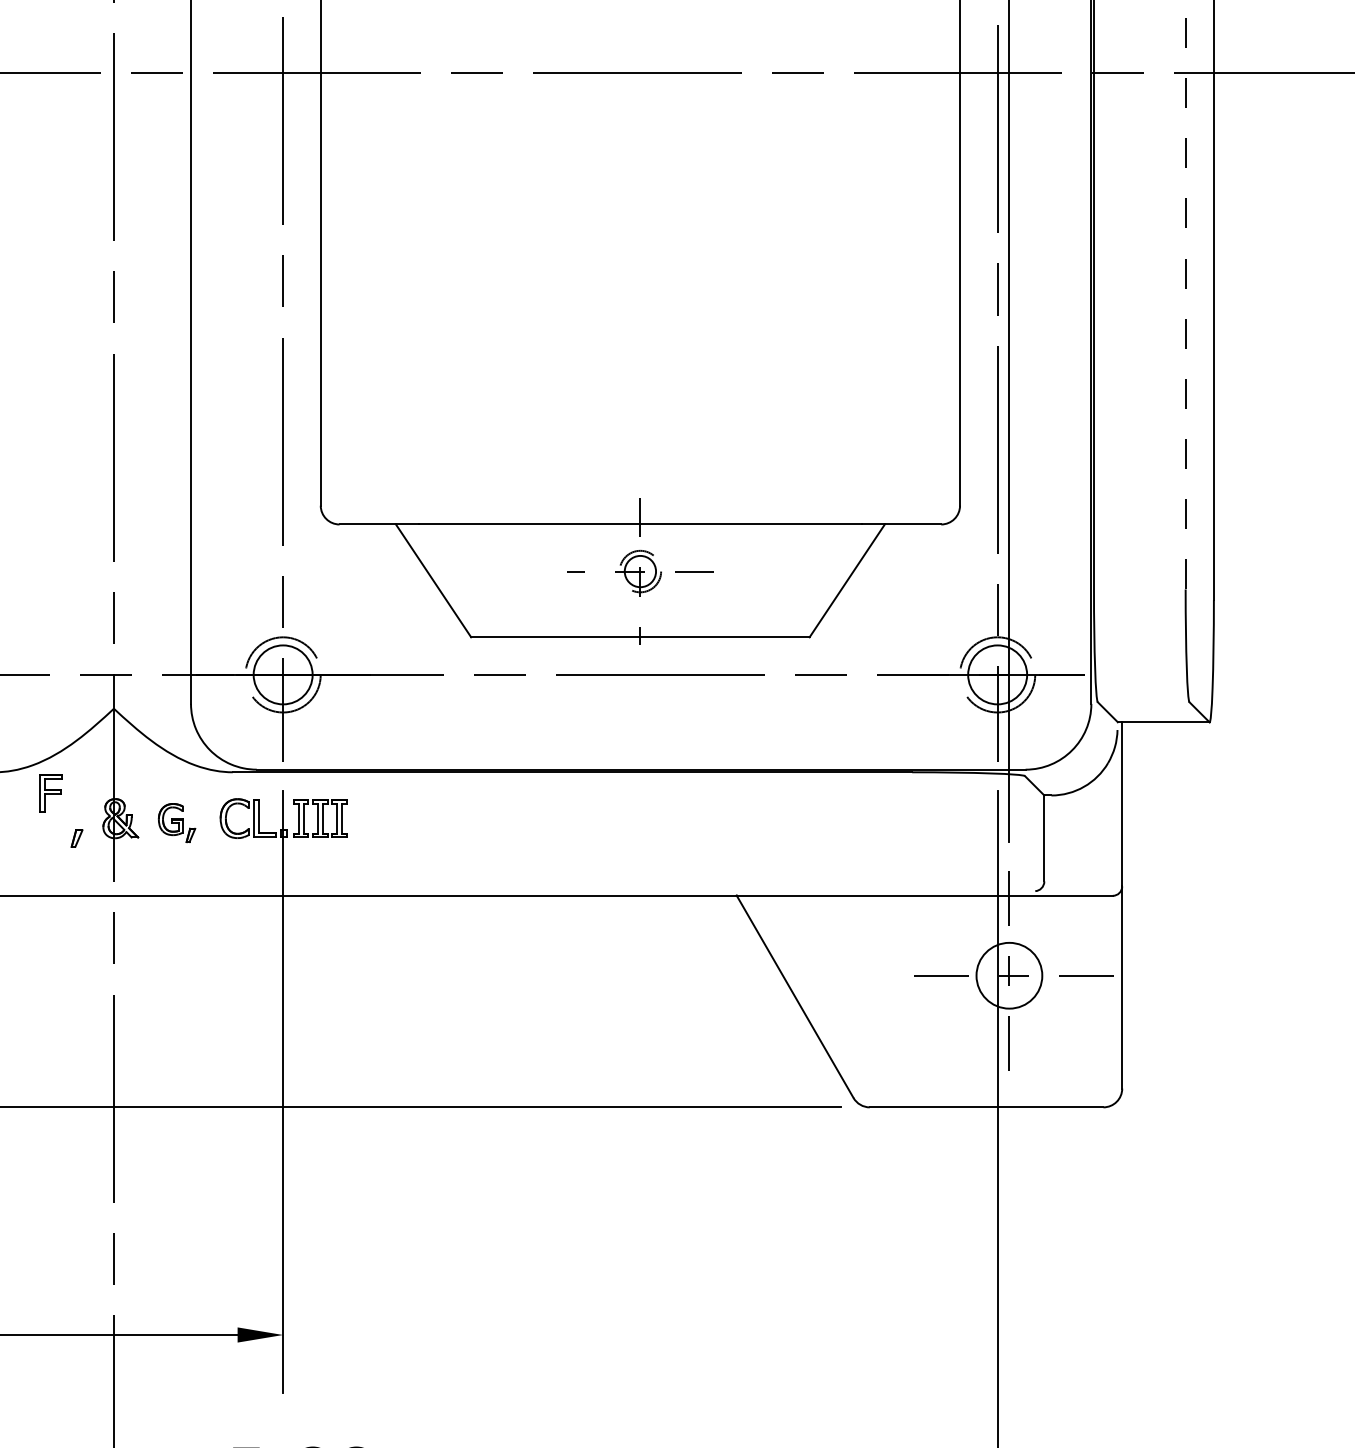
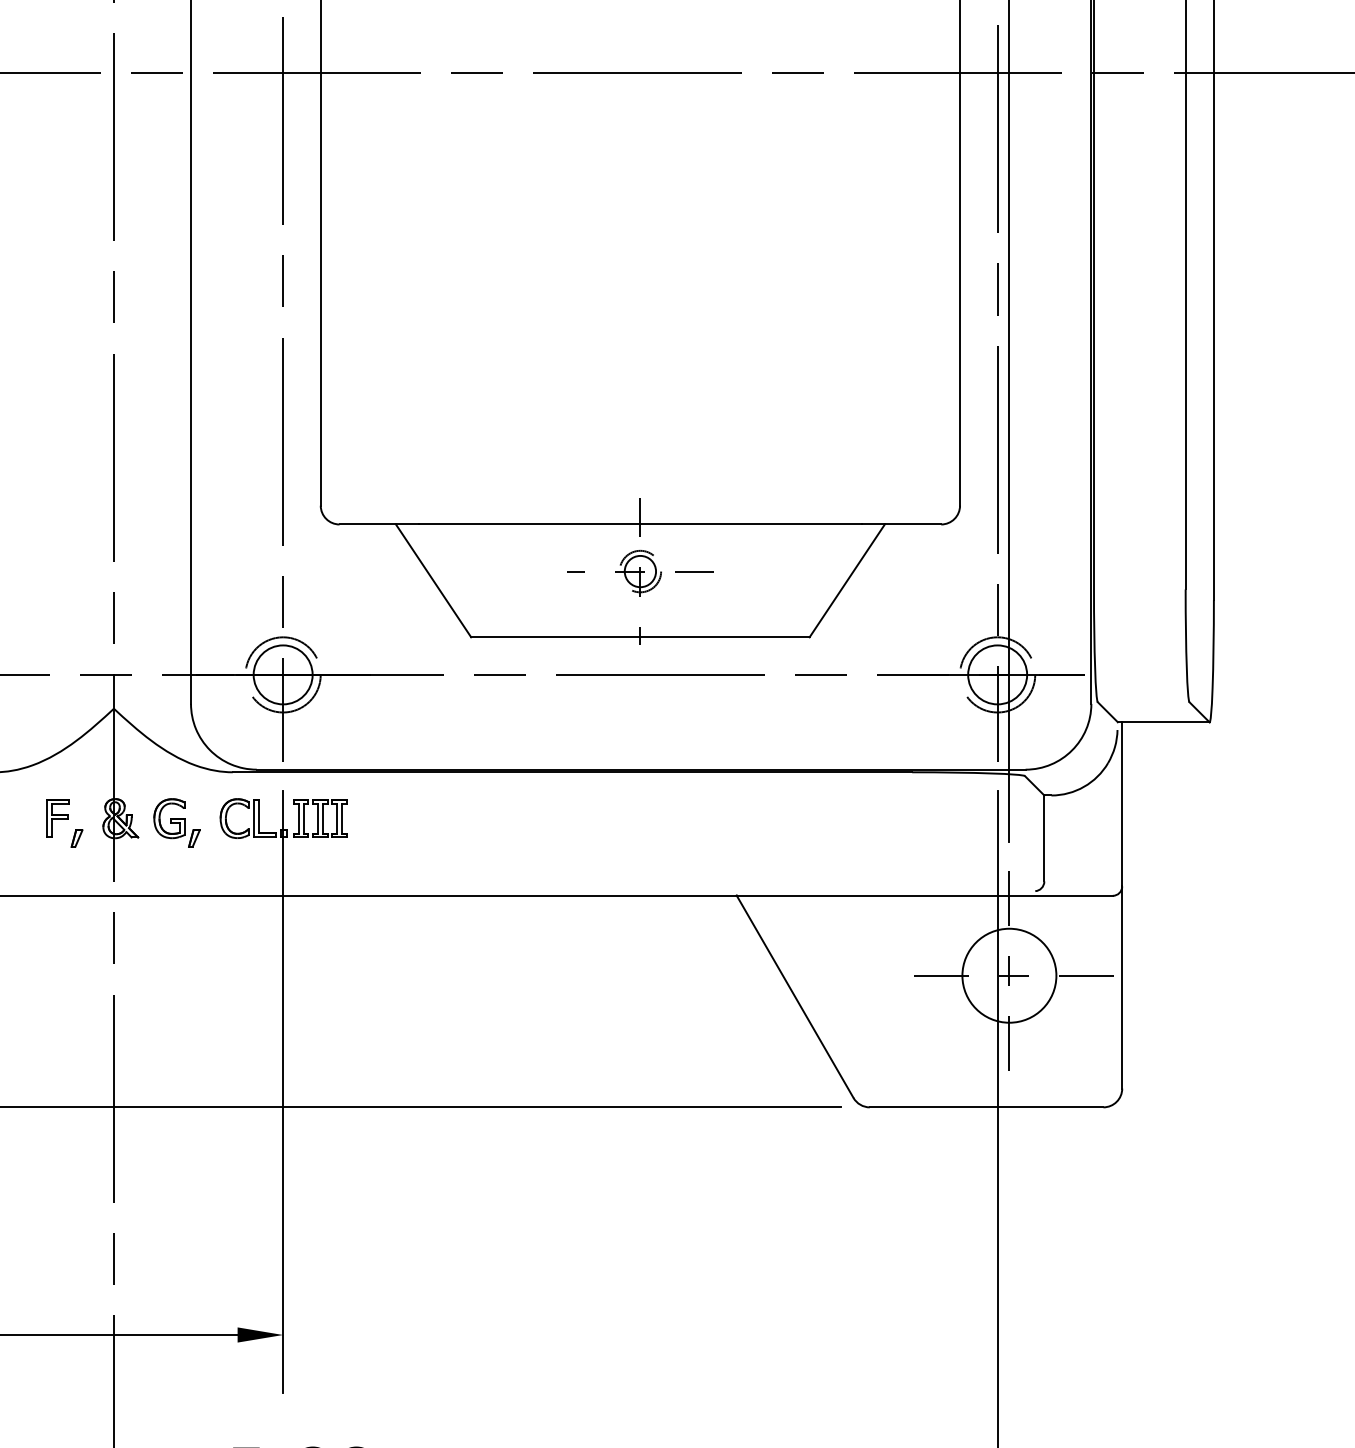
line at (1185, 294): dashed -> solid
part at (50, 793) position: (50, 793) -> (57, 818)
part at (176, 823) size: 40x41 px -> 48x50 px
circle at (1009, 975) diameter: 66 px -> 94 px
